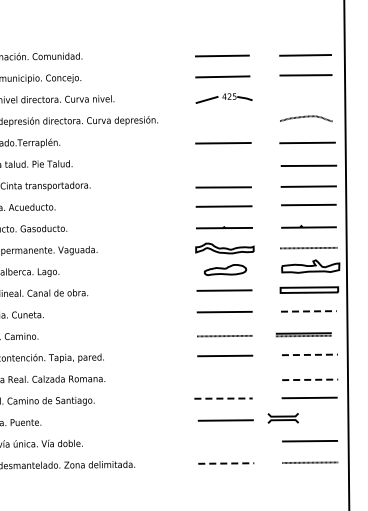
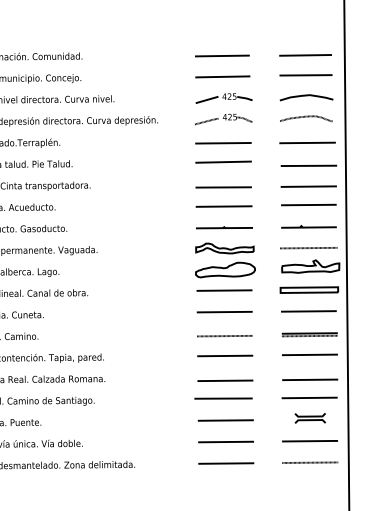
curve at (306, 96): none -> present
part at (223, 119): none -> present
line at (223, 161): none -> present
part at (225, 270) size: 44x13 px -> 61x18 px
line at (308, 311): dashed -> solid
part at (303, 334) position: (303, 334) -> (309, 334)
line at (310, 354): dashed -> solid
line at (310, 379): dashed -> solid
line at (225, 380): none -> present
line at (224, 398): dashed -> solid
part at (282, 418) position: (282, 418) -> (309, 418)
line at (225, 441): none -> present
line at (226, 463): dashed -> solid
